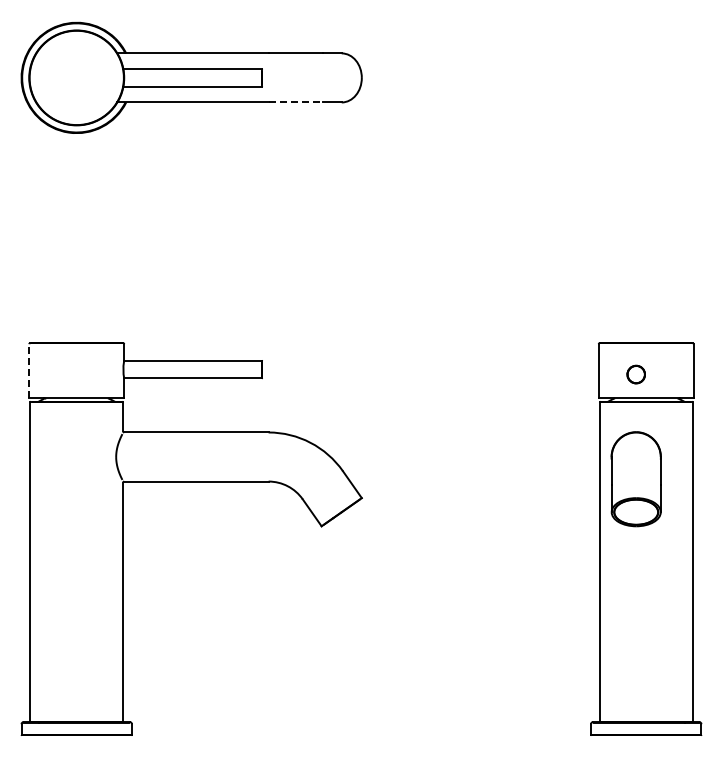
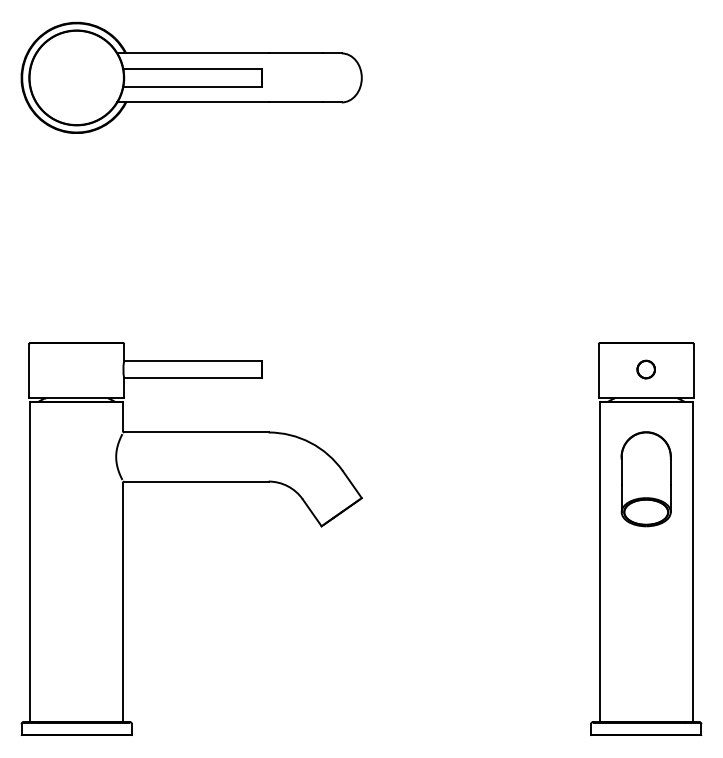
line at (296, 102): dashed -> solid
line at (29, 370): dashed -> solid
part at (635, 374) position: (635, 374) -> (645, 369)
part at (635, 479) position: (635, 479) -> (645, 479)
